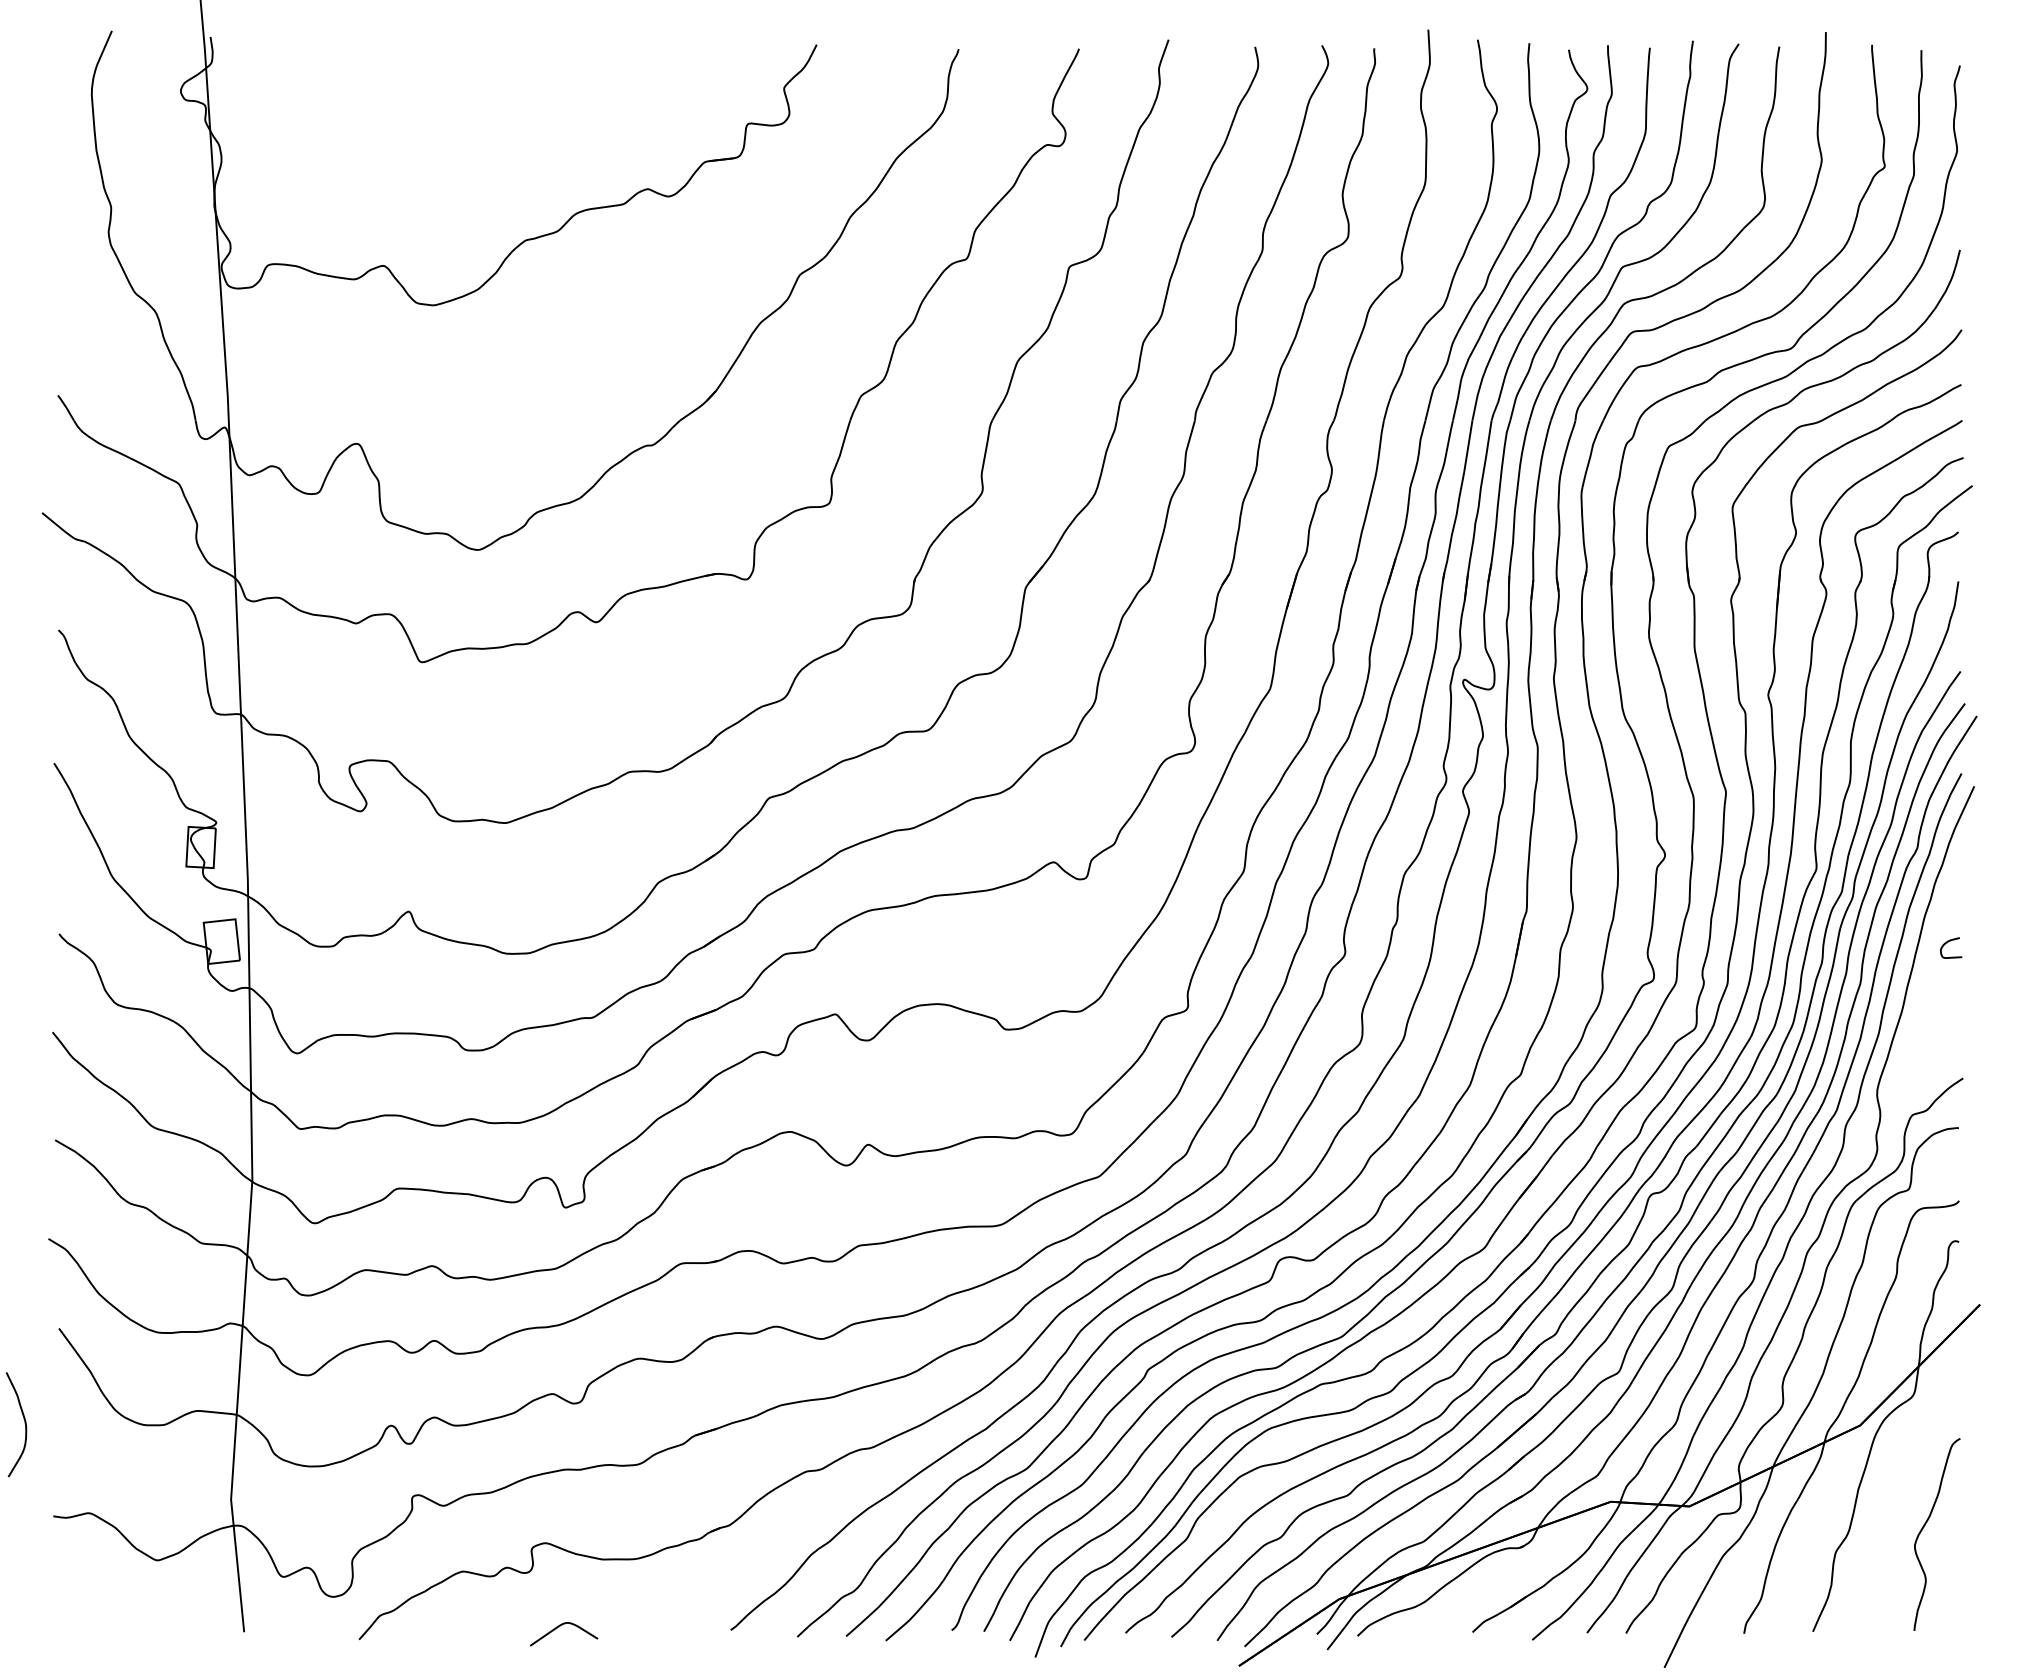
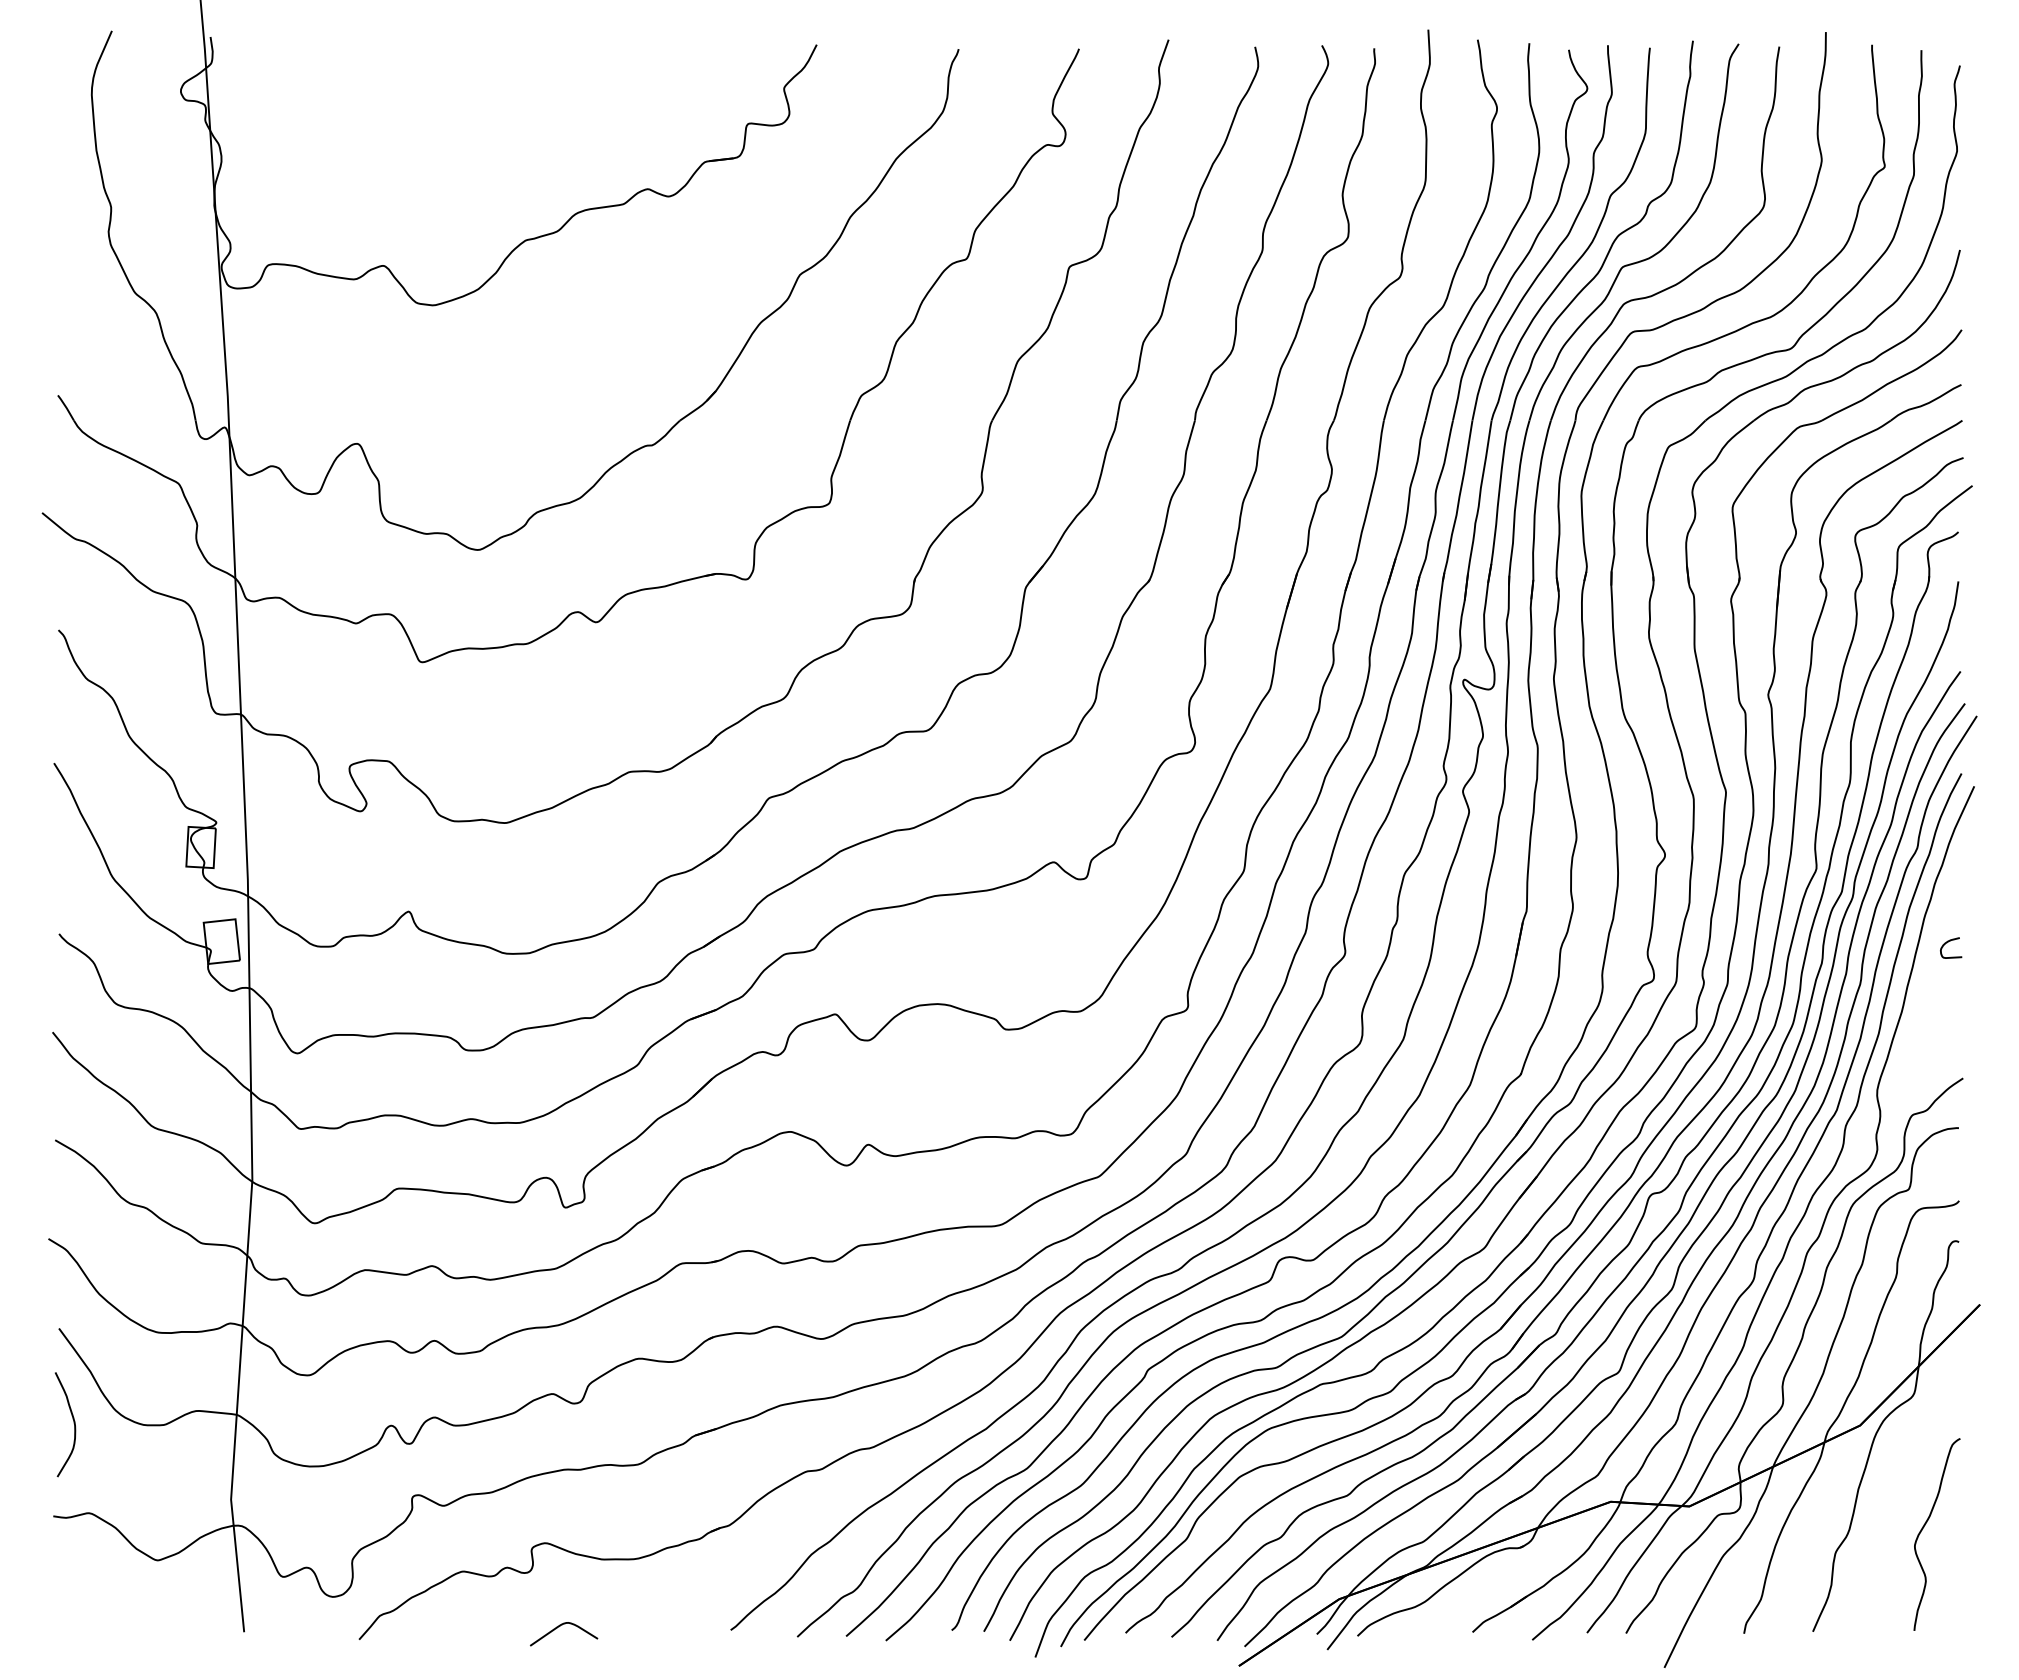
curve at (24, 1423) position: (24, 1423) -> (73, 1423)
